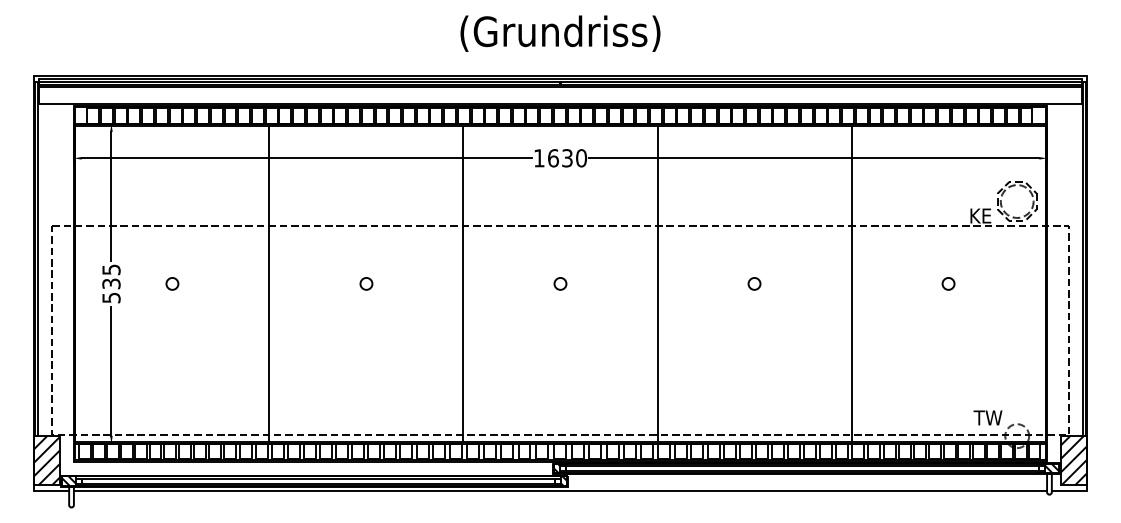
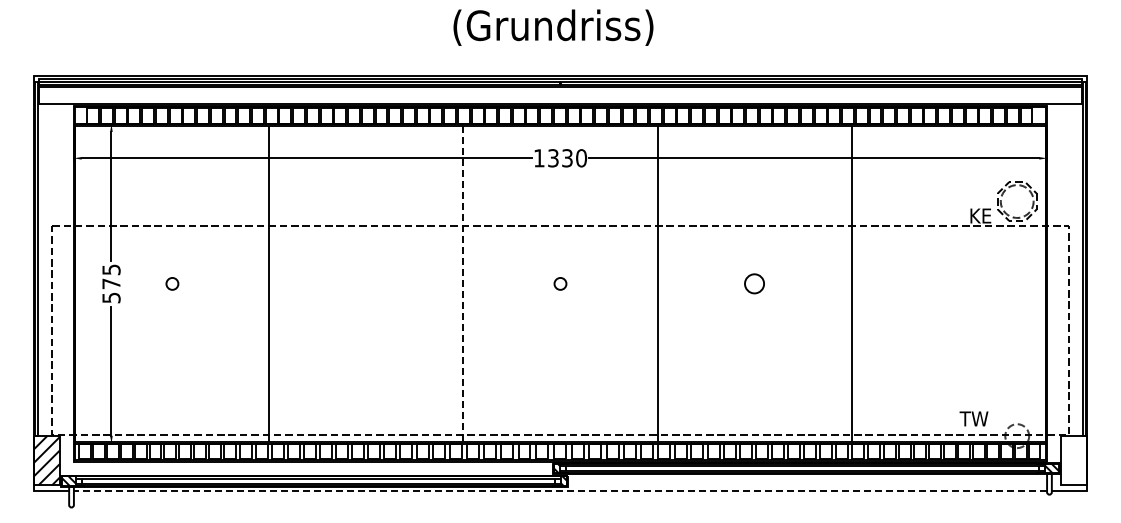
text at (560, 33) position: (560, 33) -> (553, 27)
text at (553, 158): 1630 -> 1330
text at (111, 283): 535 -> 575
circle at (366, 283): present -> none
circle at (754, 283) size: 15x14 px -> 21x22 px
circle at (948, 283): present -> none
line at (463, 284): solid -> dashed
text at (987, 417) position: (987, 417) -> (973, 418)
hatch at (1074, 460): present -> none
line at (560, 491): solid -> dashed
